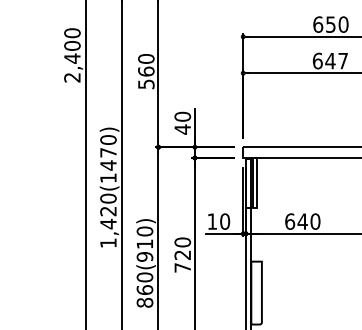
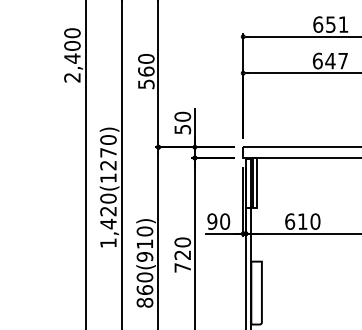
text at (343, 24): 650 -> 651
text at (182, 129): 40 -> 50
text at (108, 165): 1,420(1470) -> 1,420(1270)
text at (212, 221): 10 -> 90
text at (302, 221): 640 -> 610
